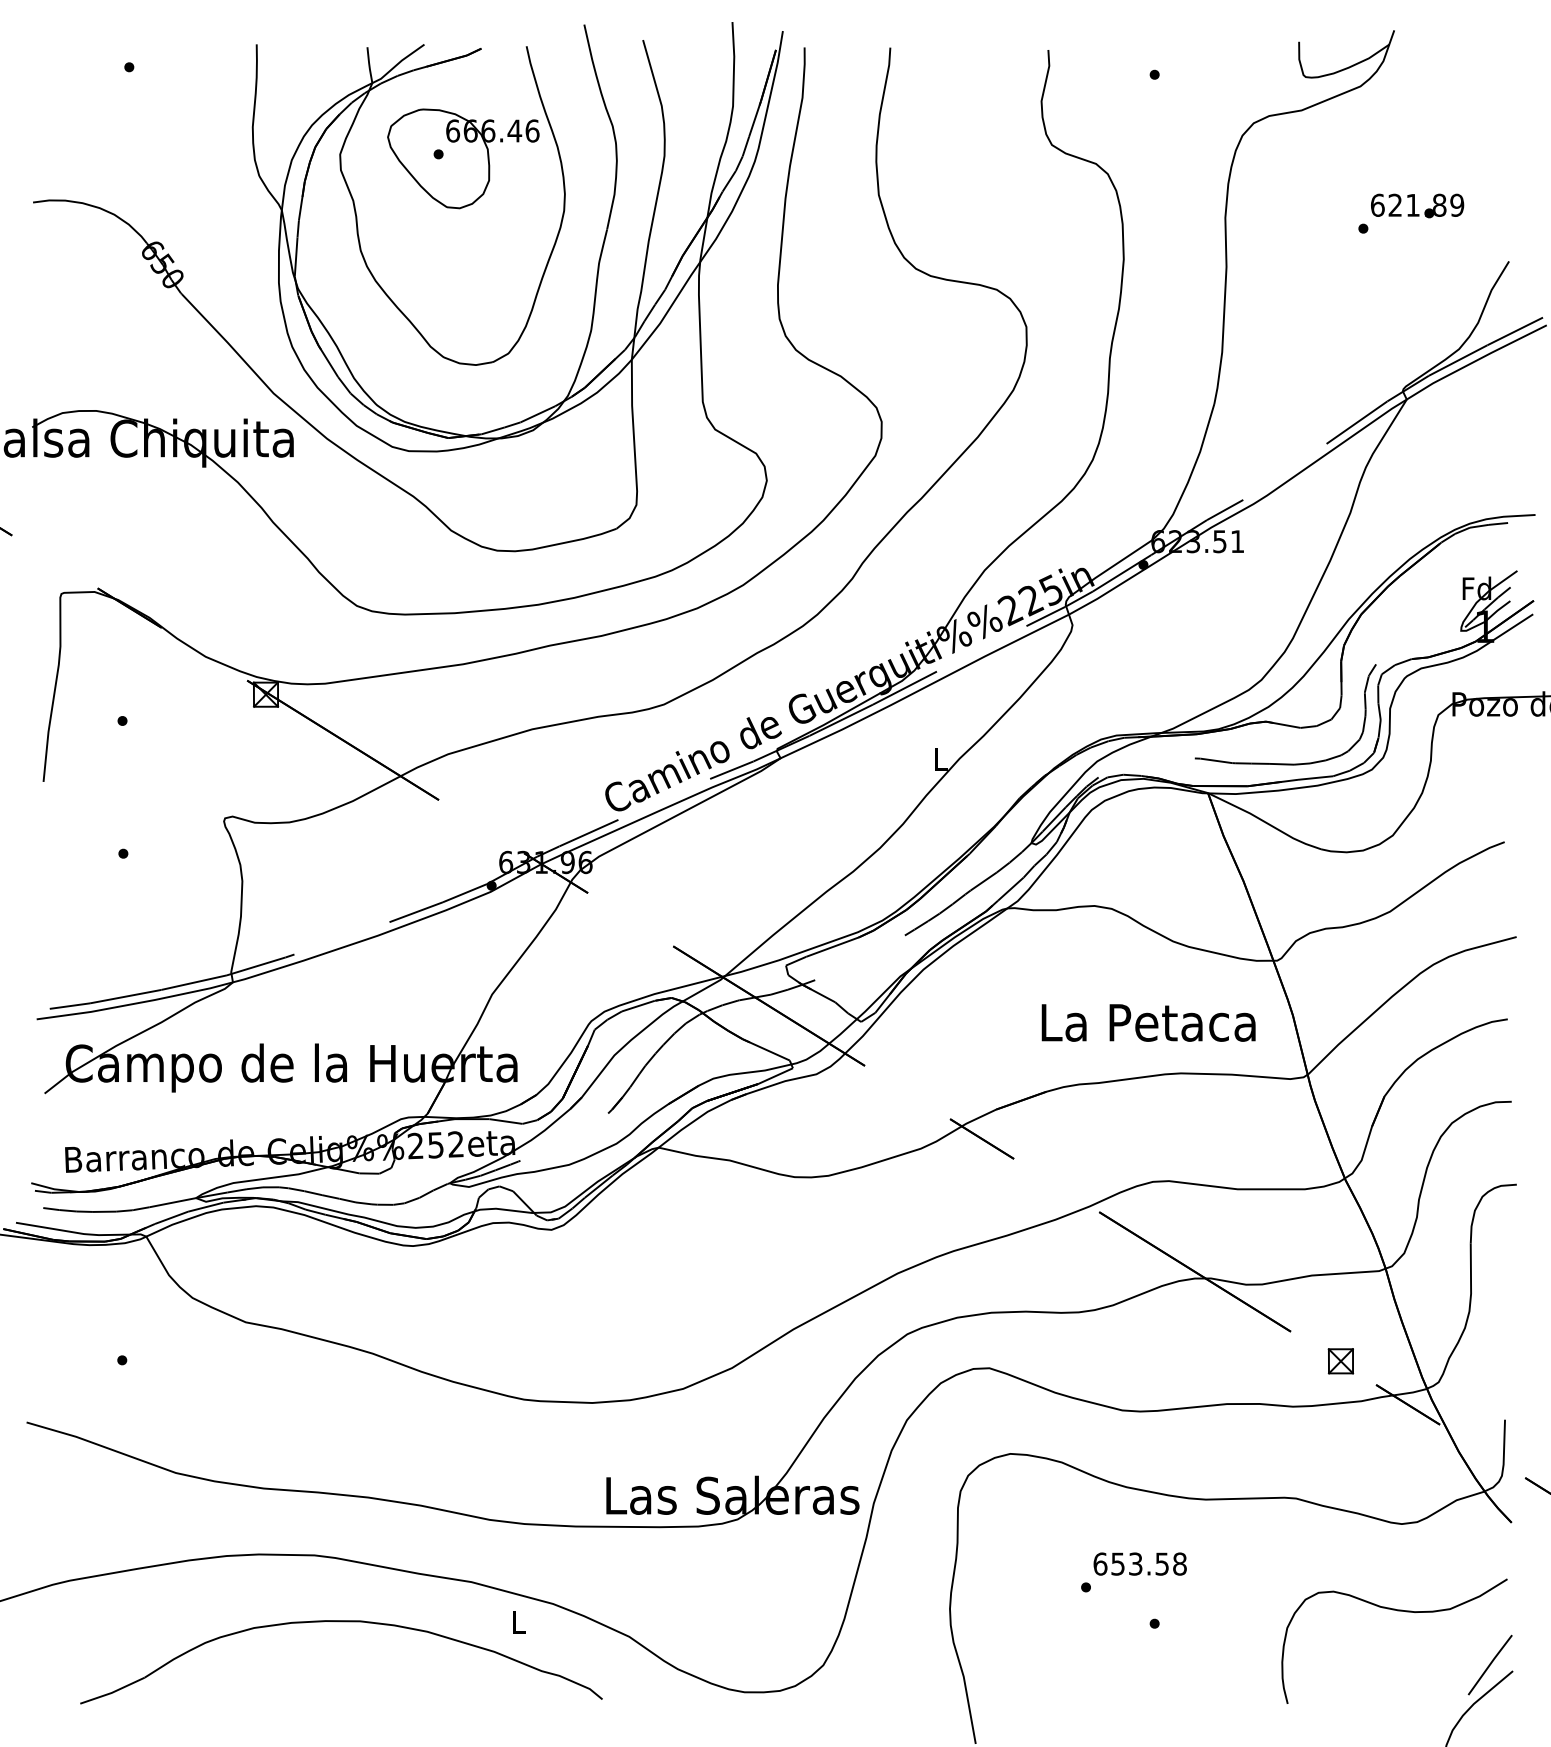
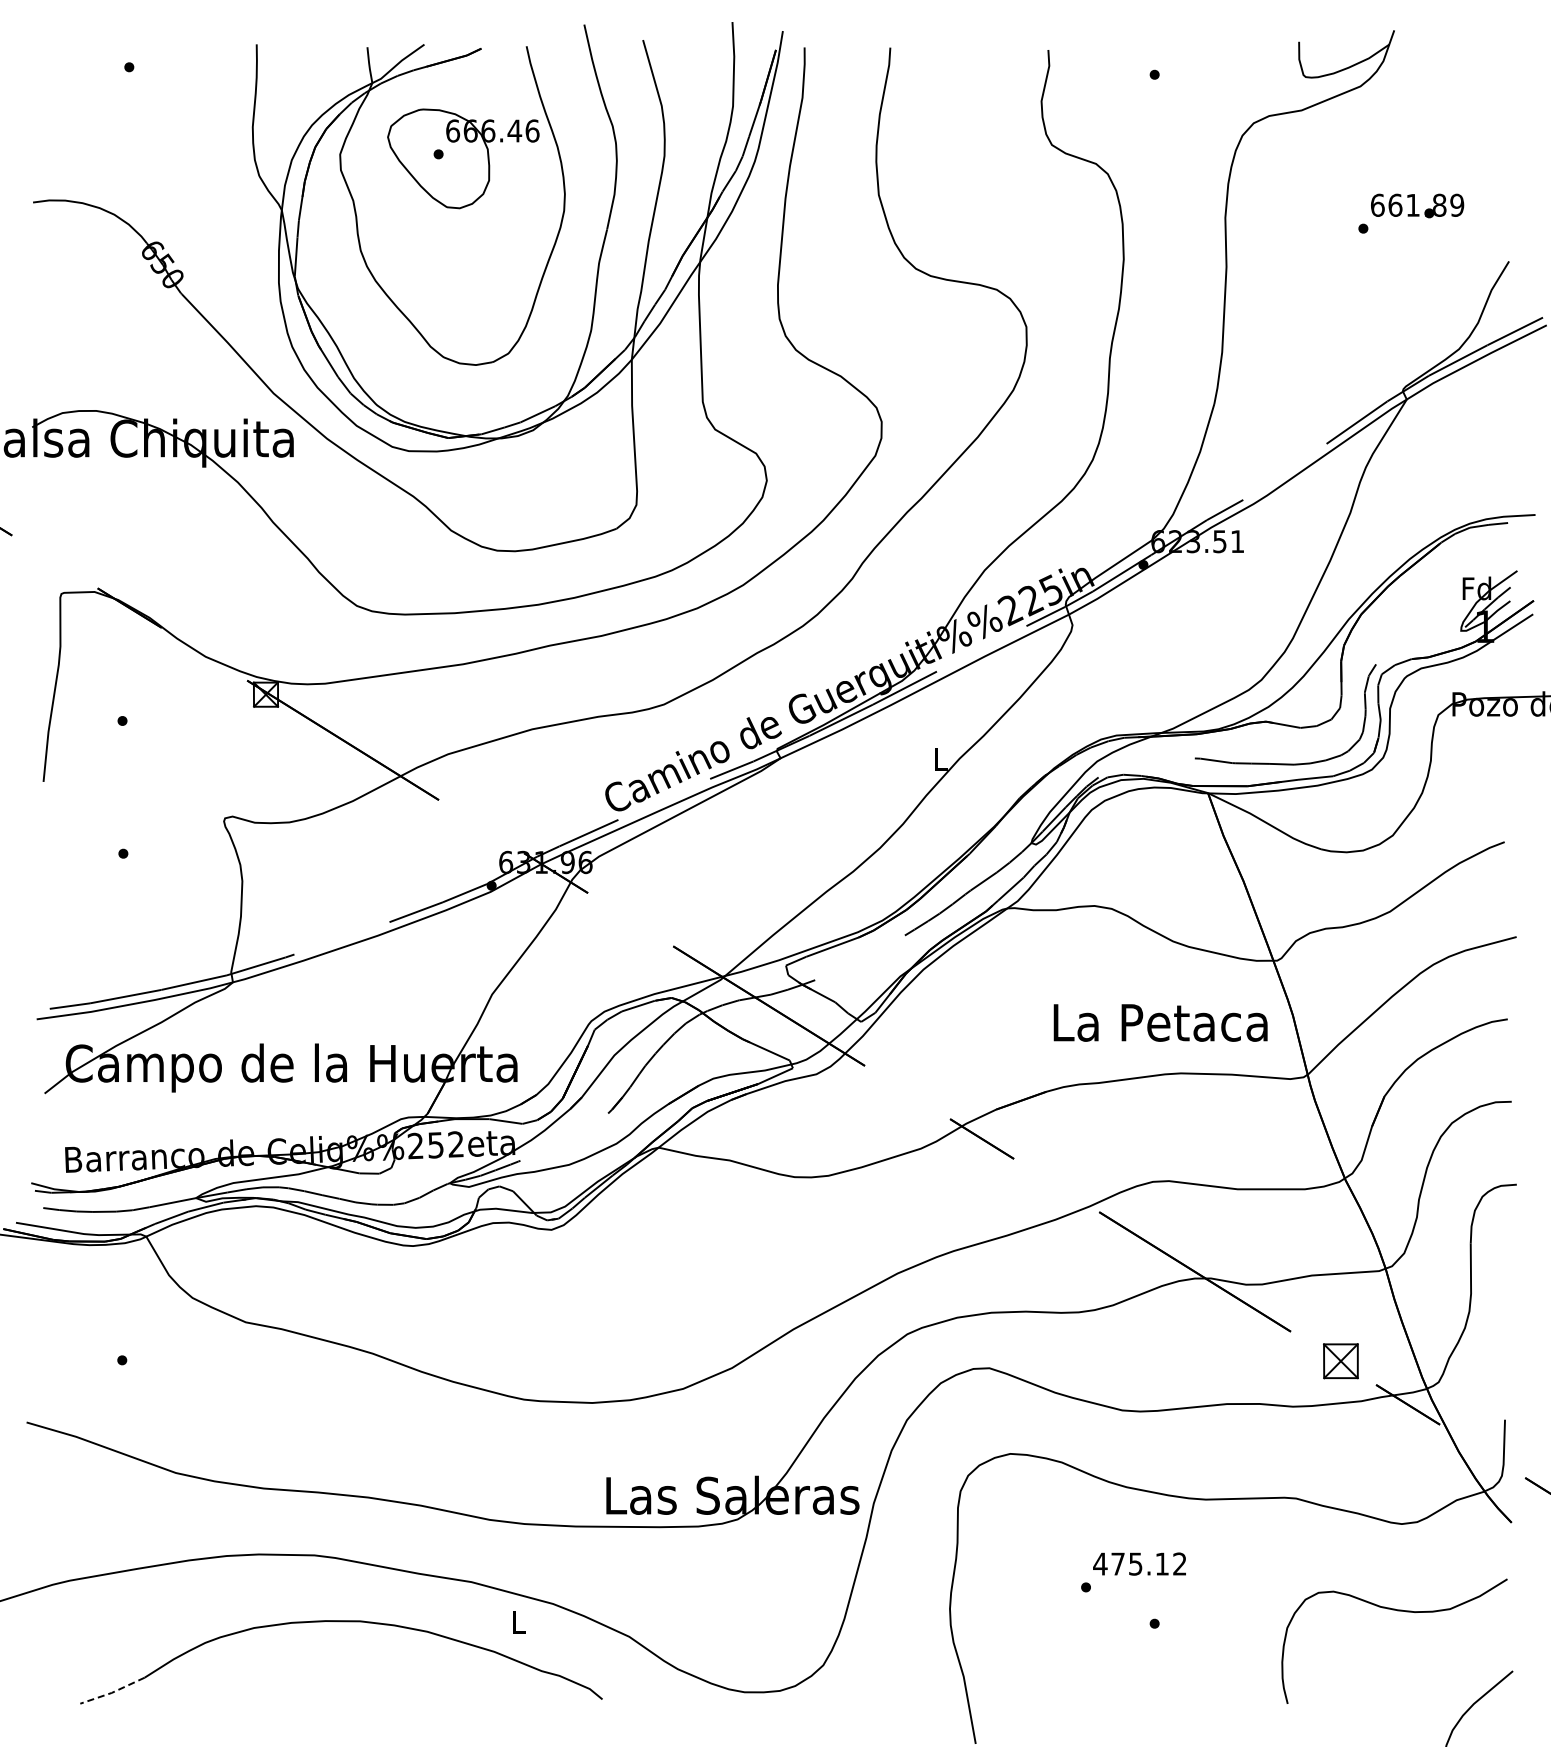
text at (1395, 204): 621.89 -> 661.89
text at (1148, 1022) position: (1148, 1022) -> (1160, 1022)
part at (1340, 1361) size: 28x27 px -> 36x37 px
text at (1139, 1563): 653.58 -> 475.12
line at (1489, 1664): present -> none
line at (112, 1692): solid -> dashed
